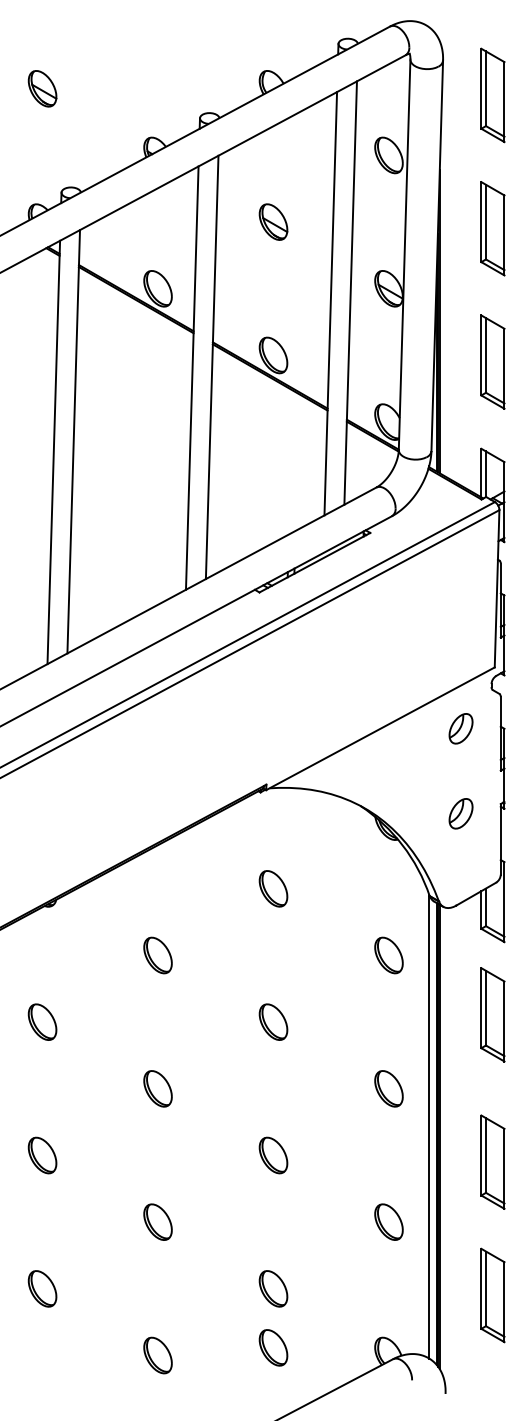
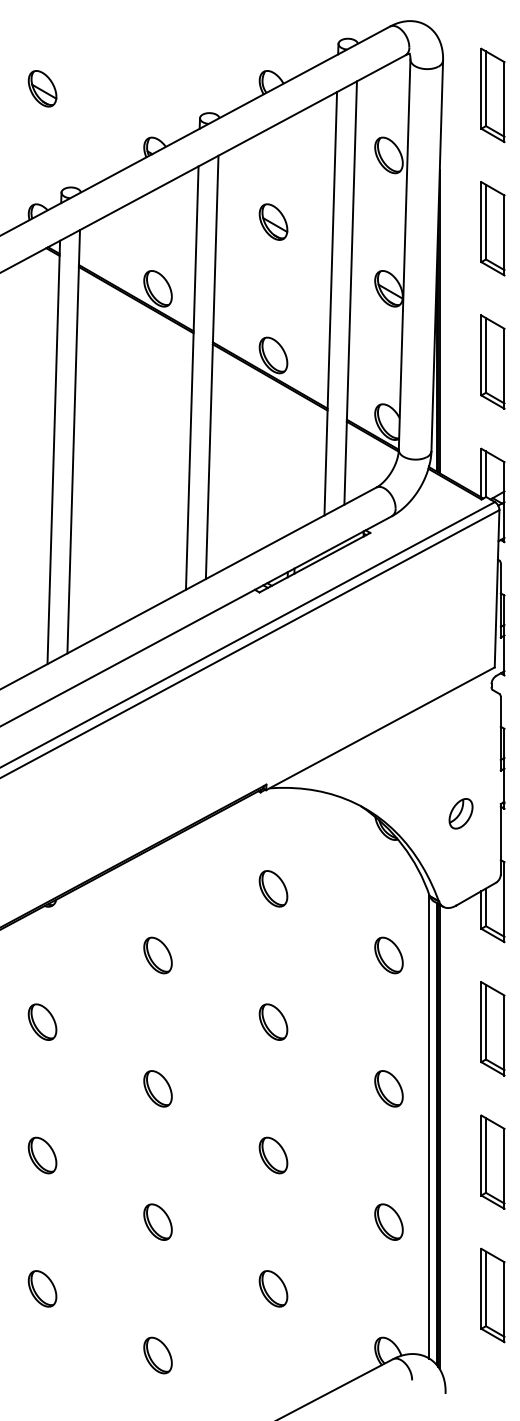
part at (460, 728): present -> none
part at (492, 1014) position: (492, 1014) -> (492, 1028)
part at (273, 1347): present -> none
